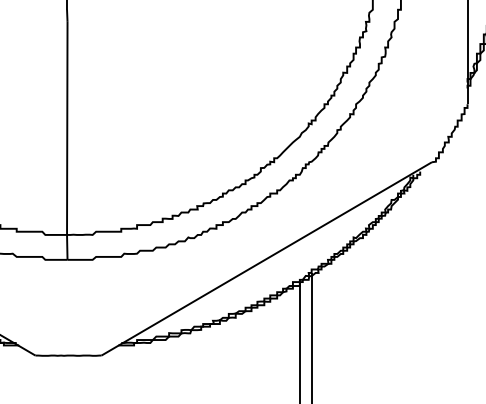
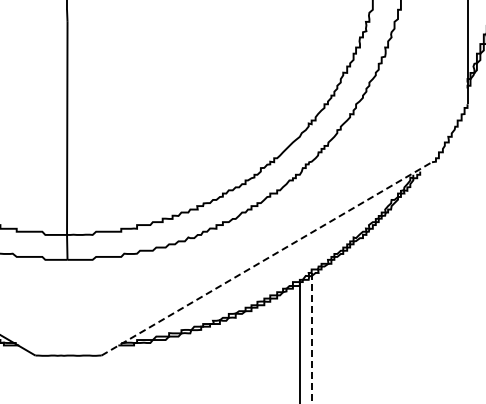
line at (267, 258): solid -> dashed
line at (311, 338): solid -> dashed
